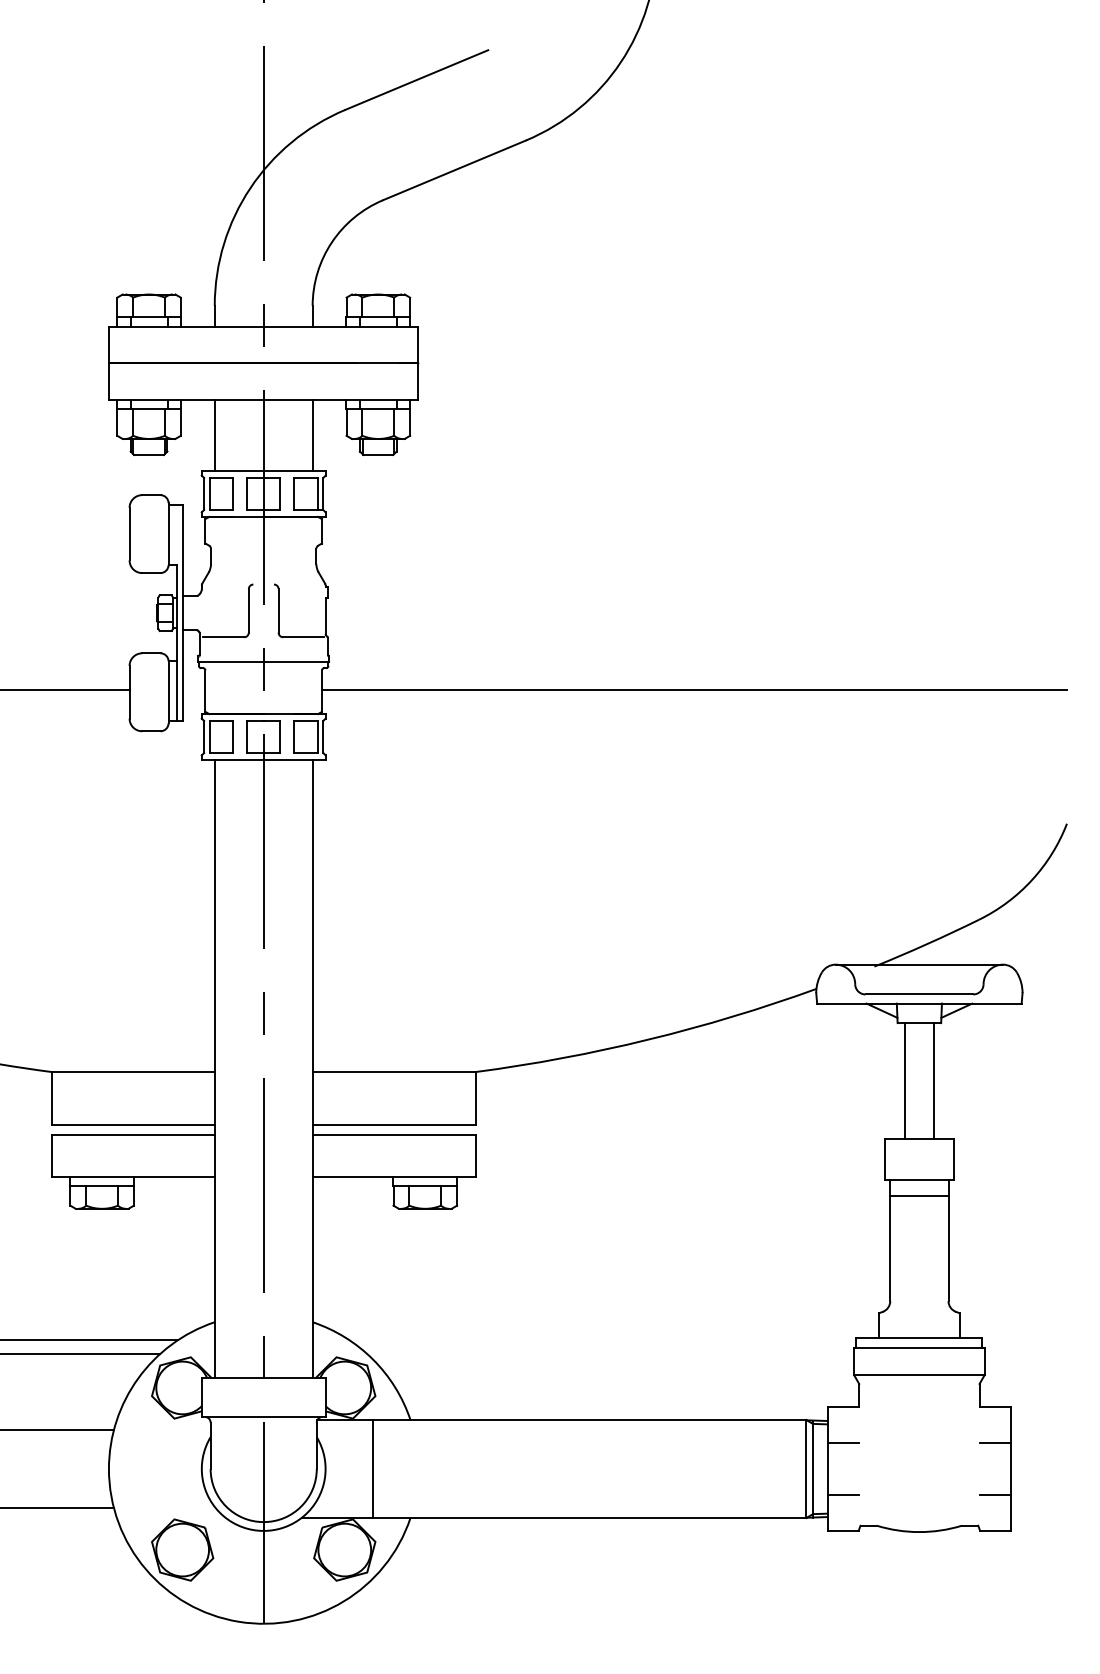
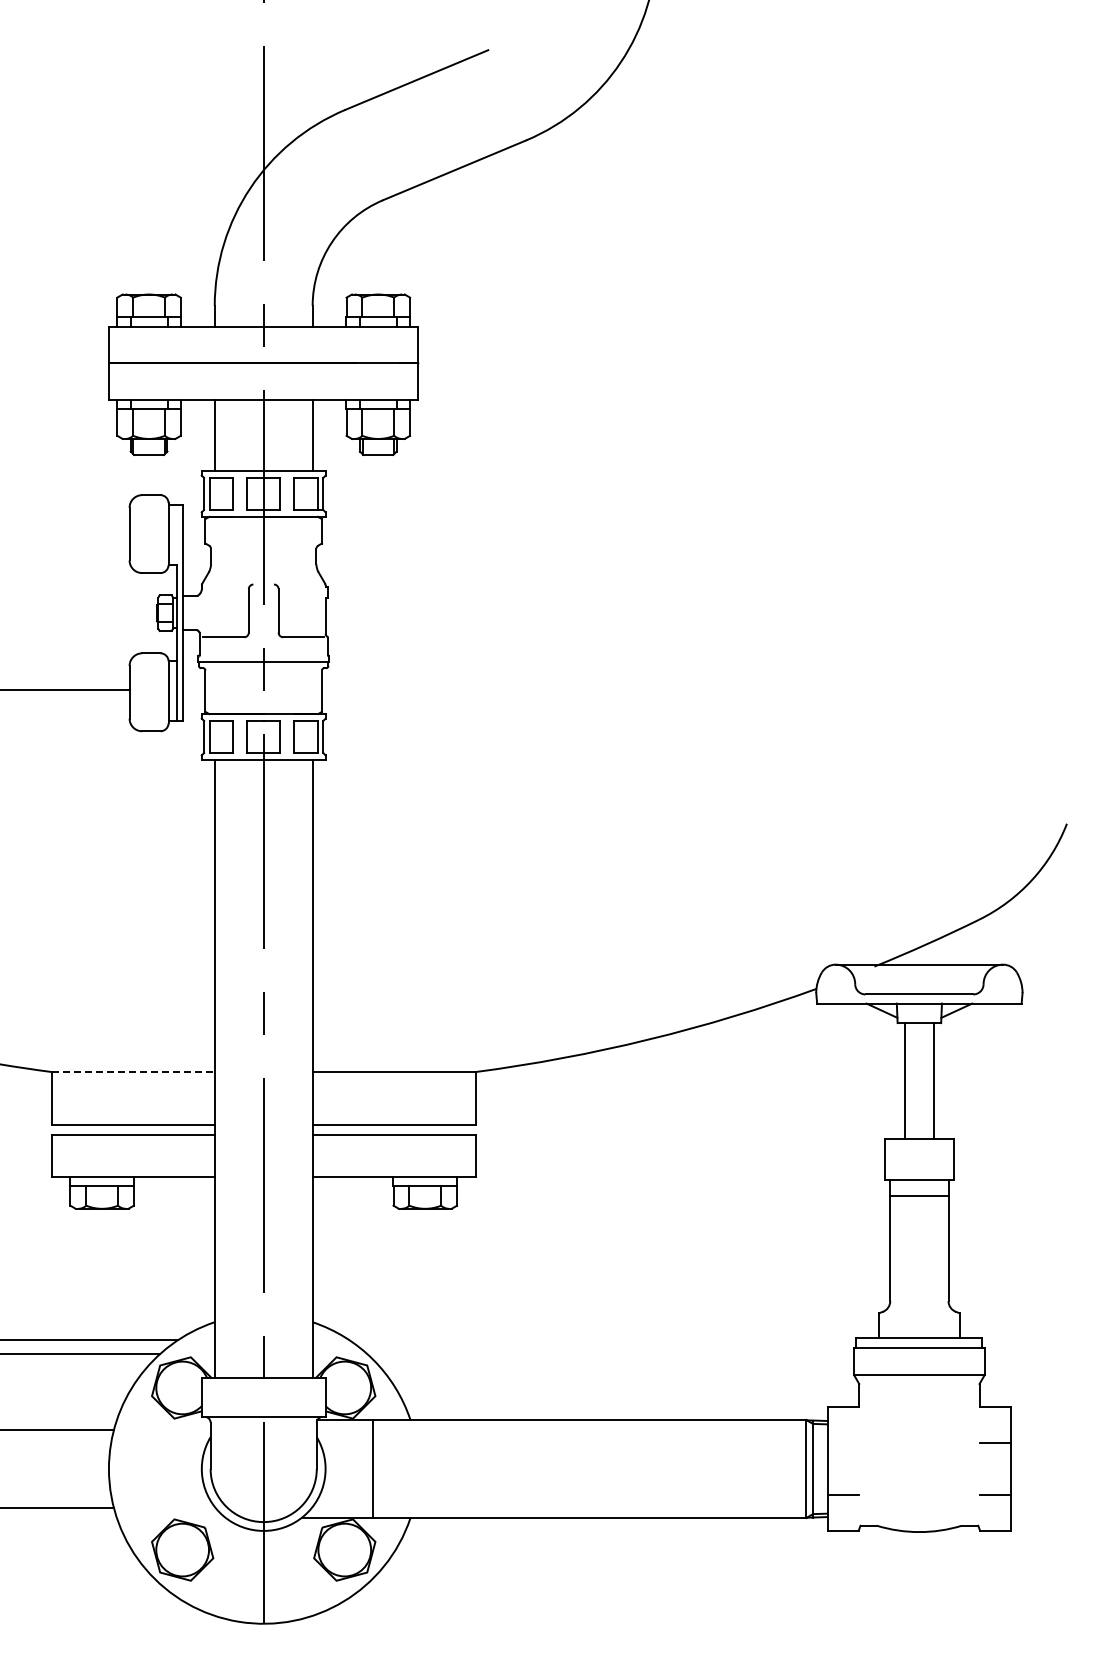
line at (693, 690): present -> none
line at (133, 1072): solid -> dashed
line at (842, 1443): present -> none
